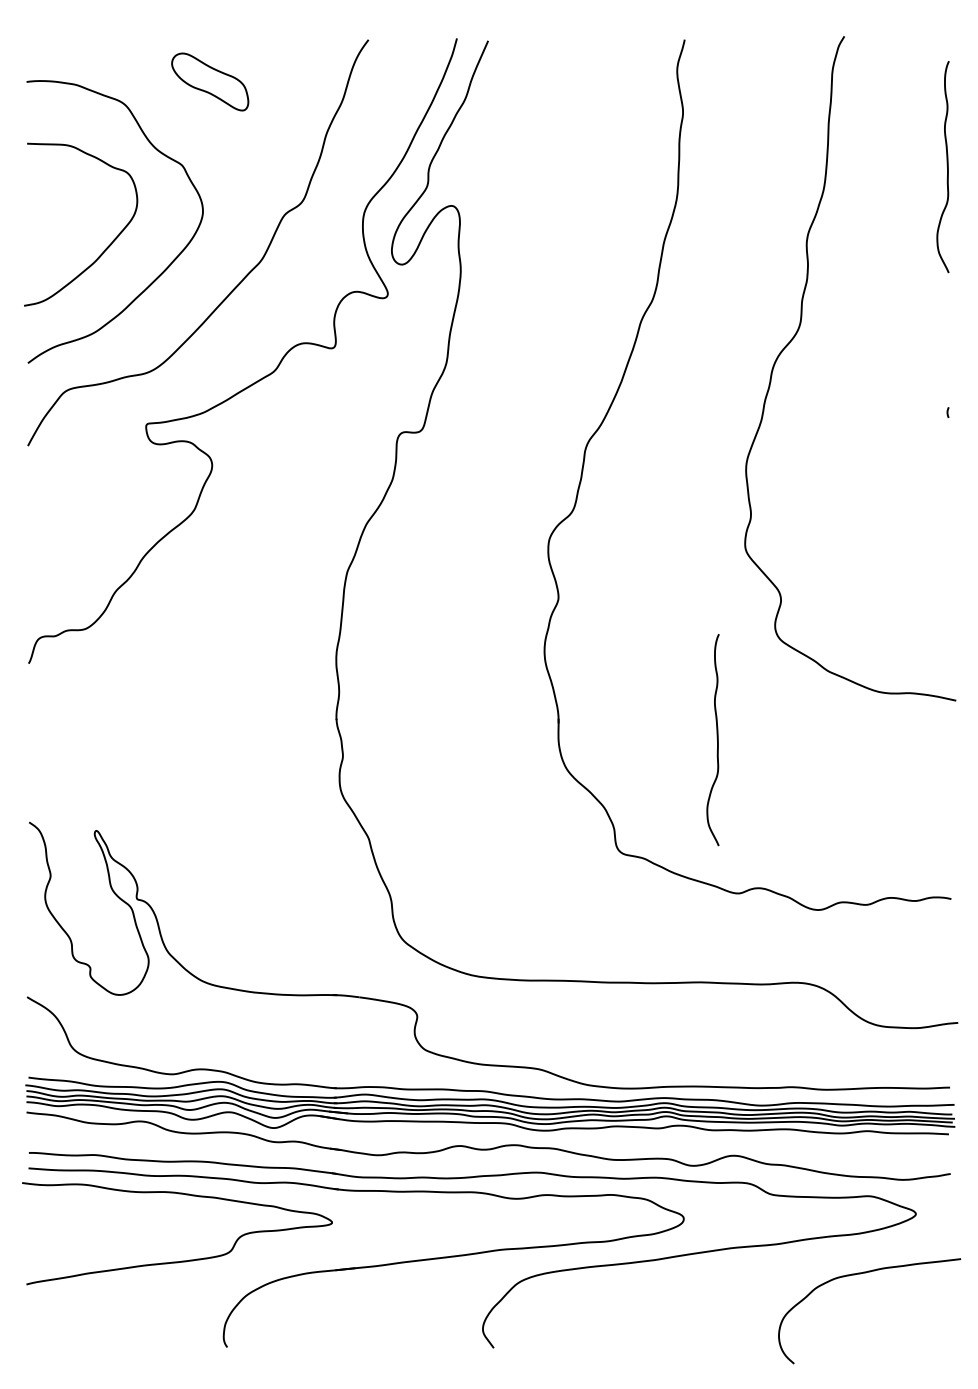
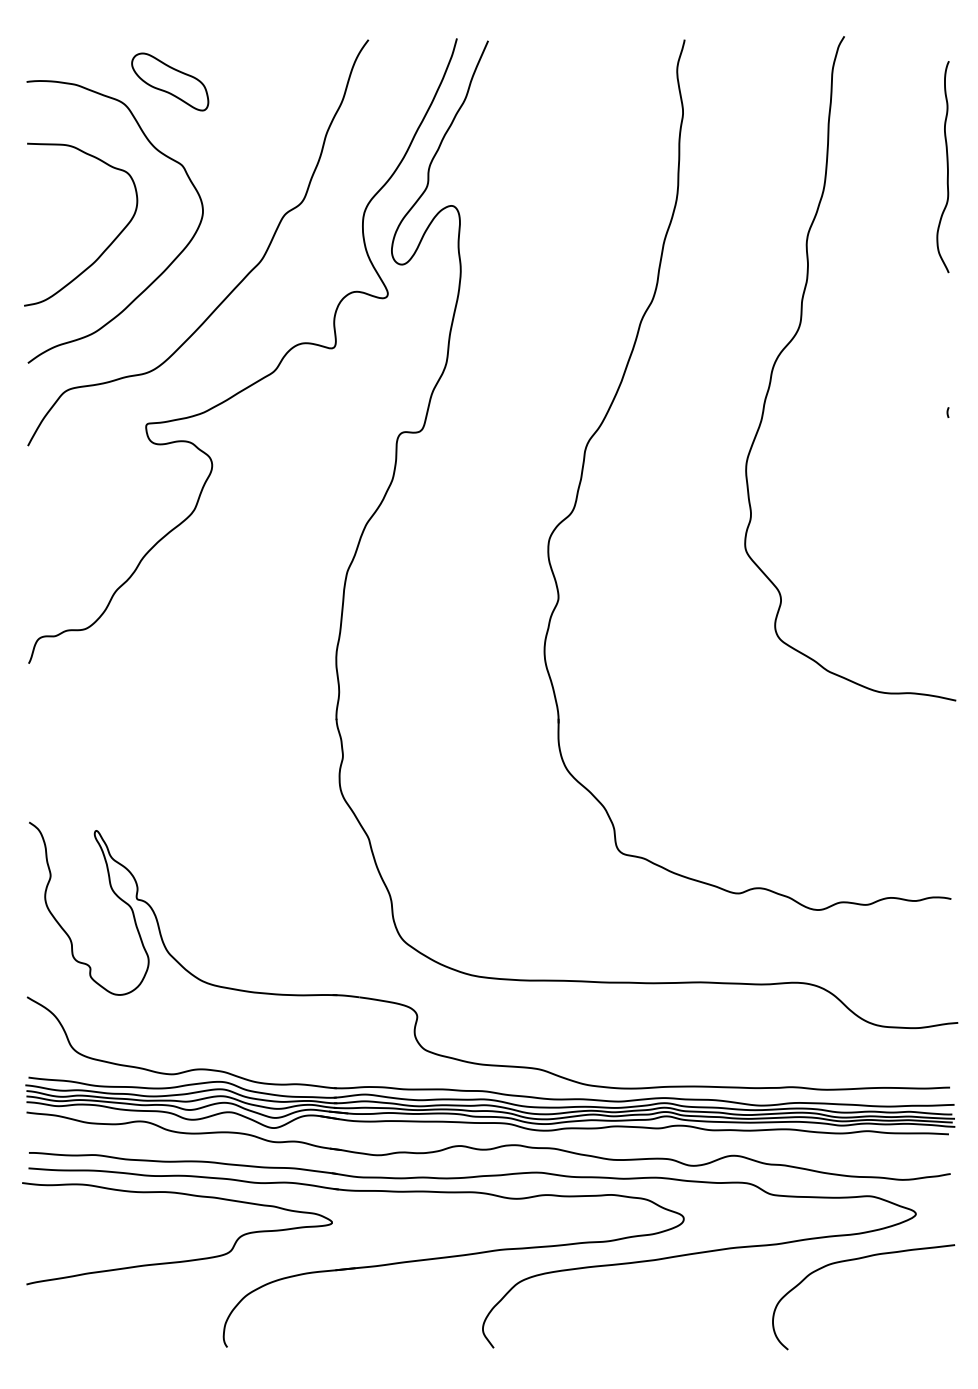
part at (210, 81) position: (210, 81) -> (170, 81)
curve at (716, 738): present -> none
curve at (861, 1274) position: (861, 1274) -> (855, 1260)
